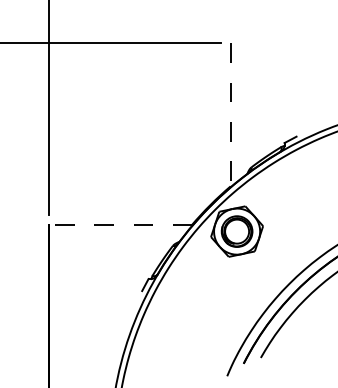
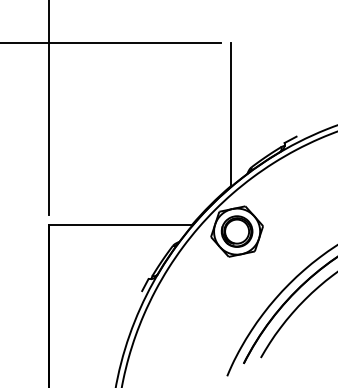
line at (230, 115): dashed -> solid
line at (120, 225): dashed -> solid
